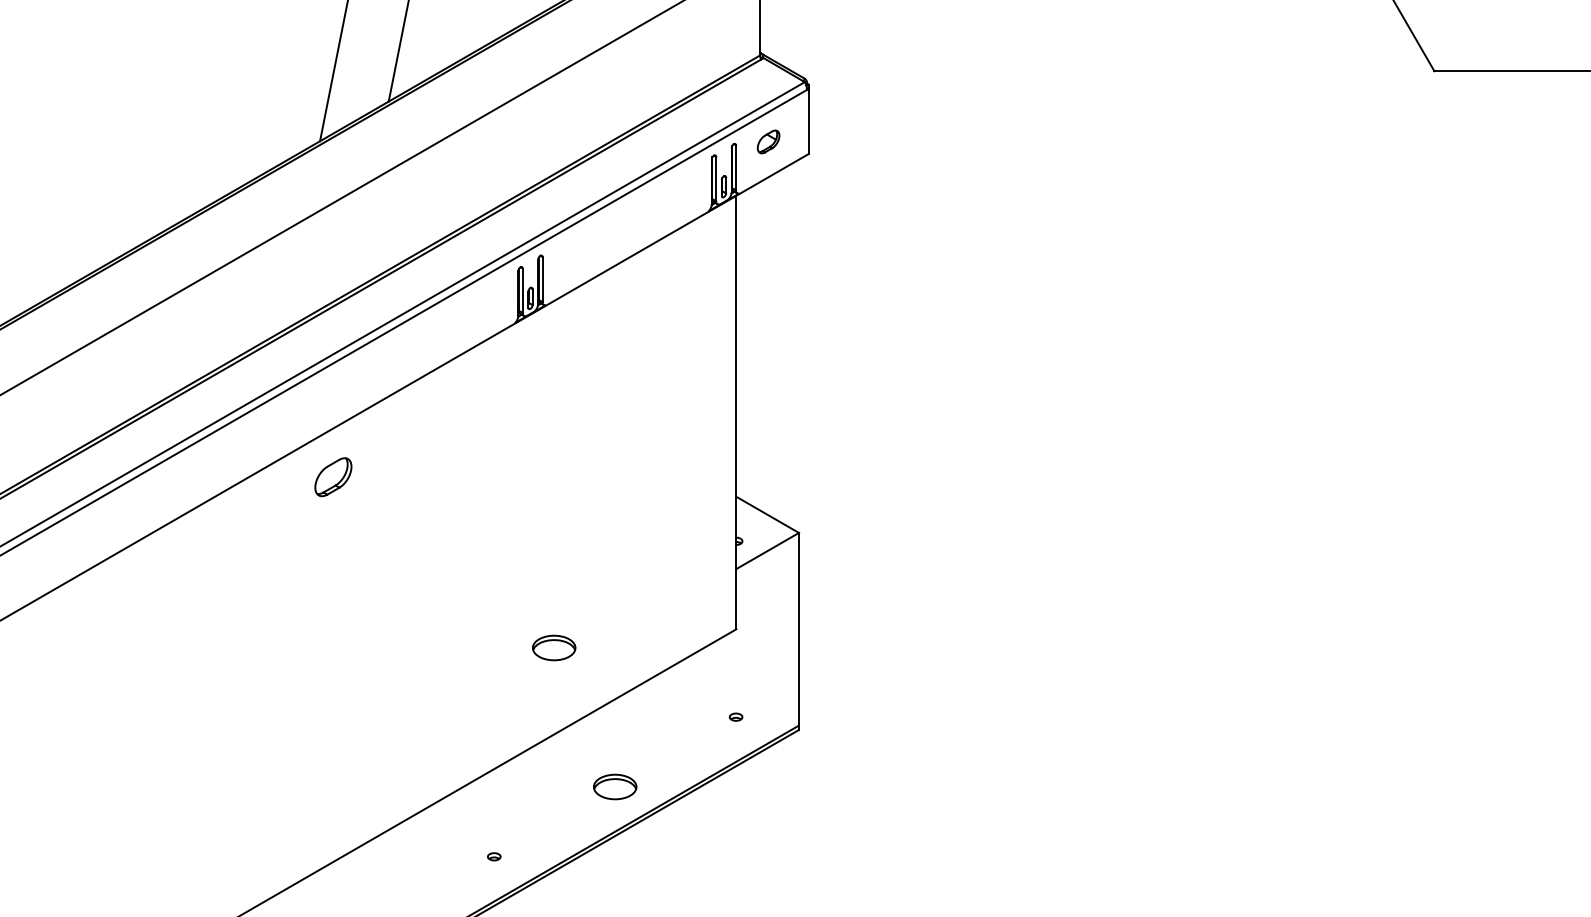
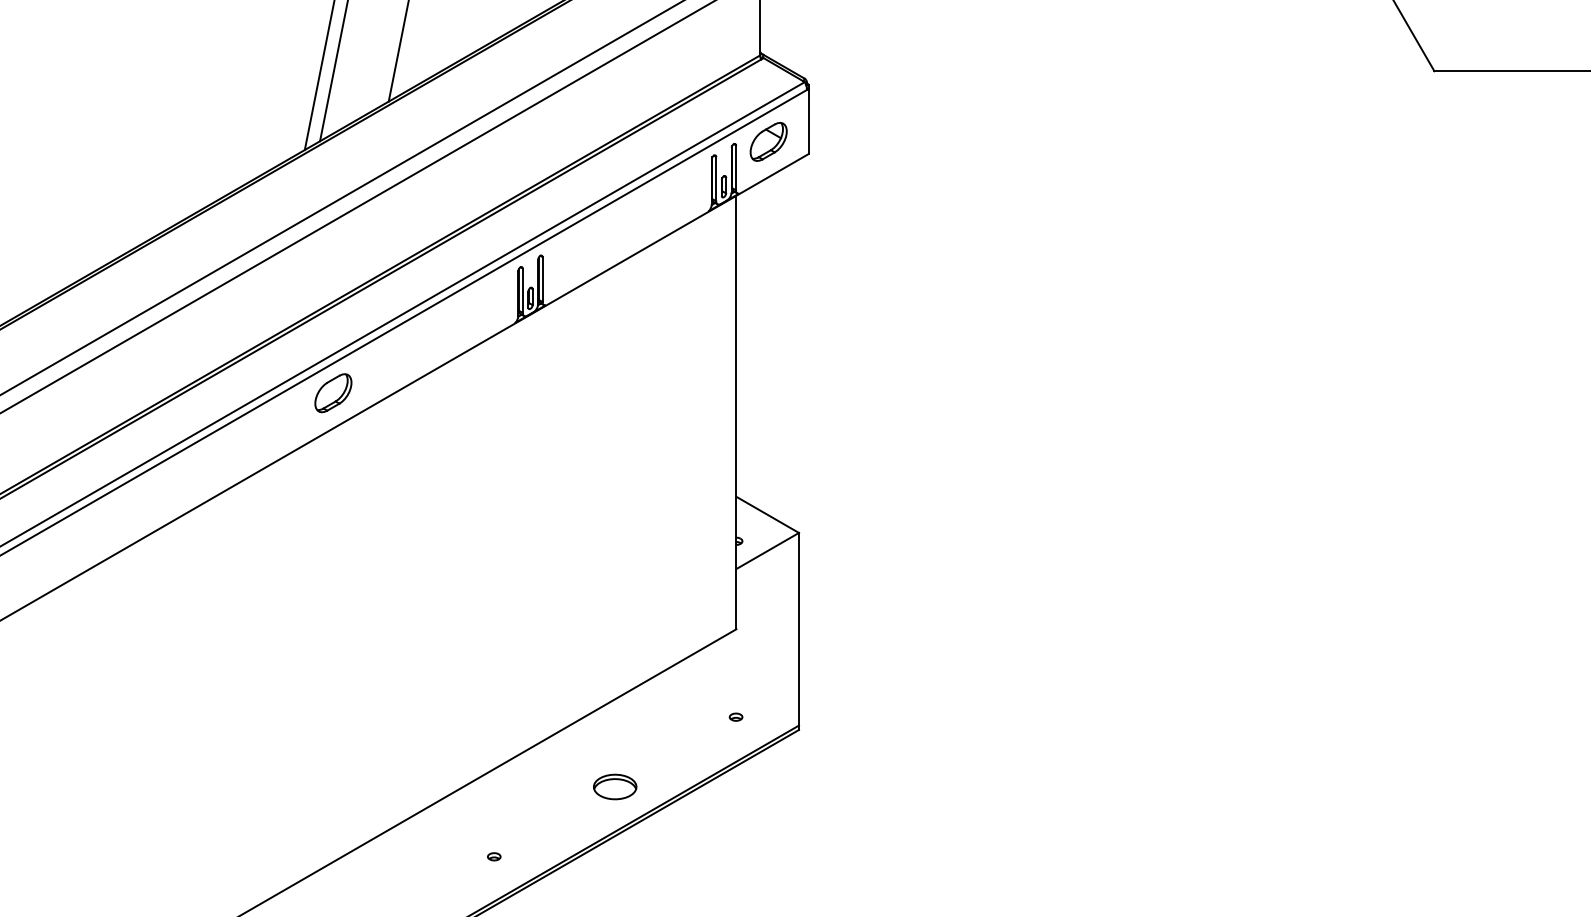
line at (319, 76): none -> present
part at (768, 141) size: 25x26 px -> 39x40 px
line at (357, 207): none -> present
part at (333, 477) position: (333, 477) -> (333, 393)
part at (554, 647): present -> none
